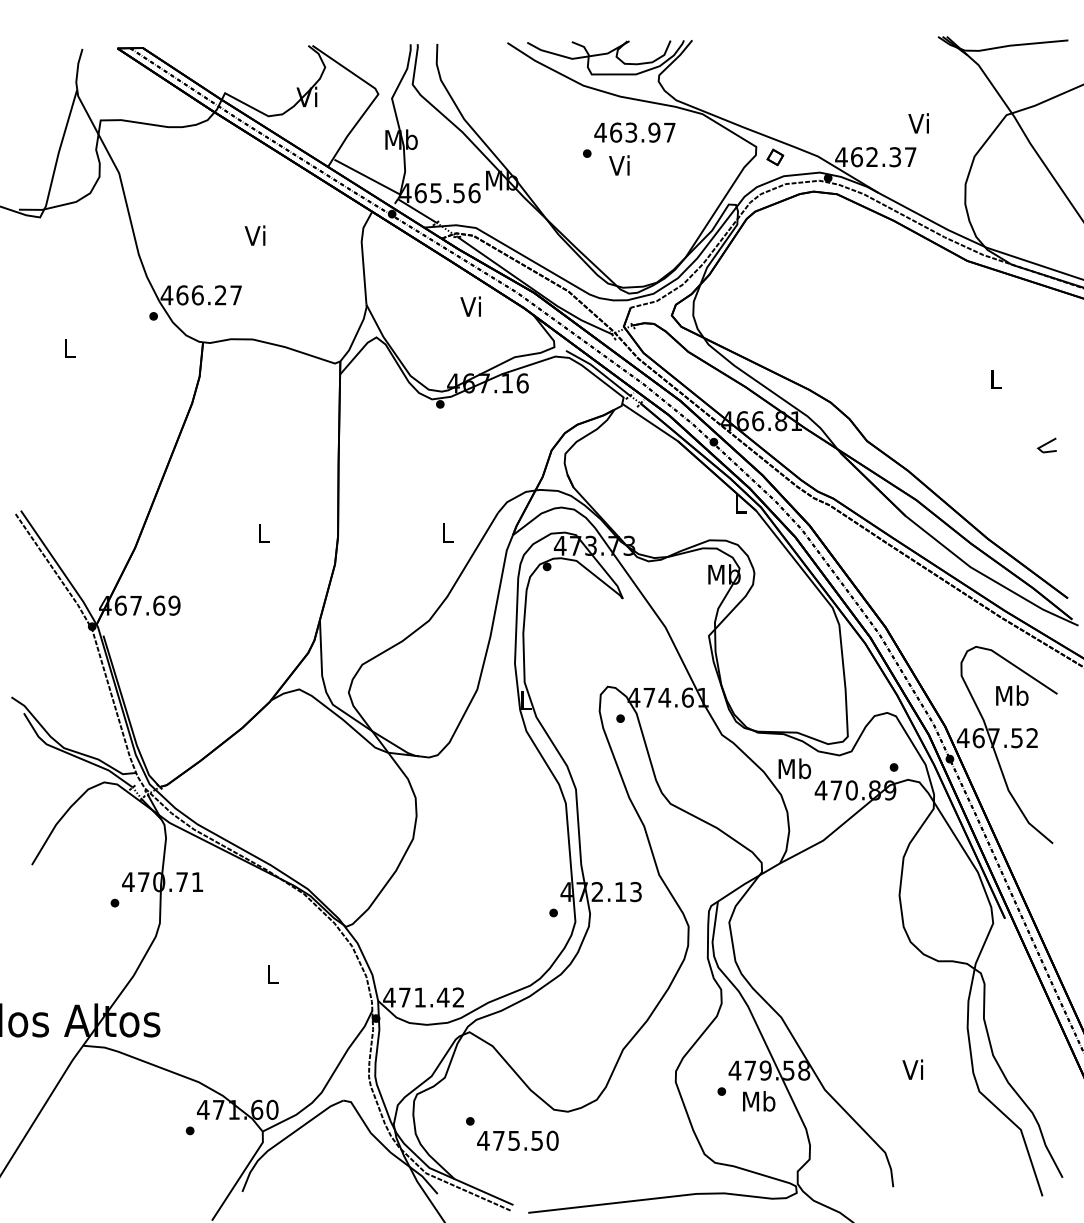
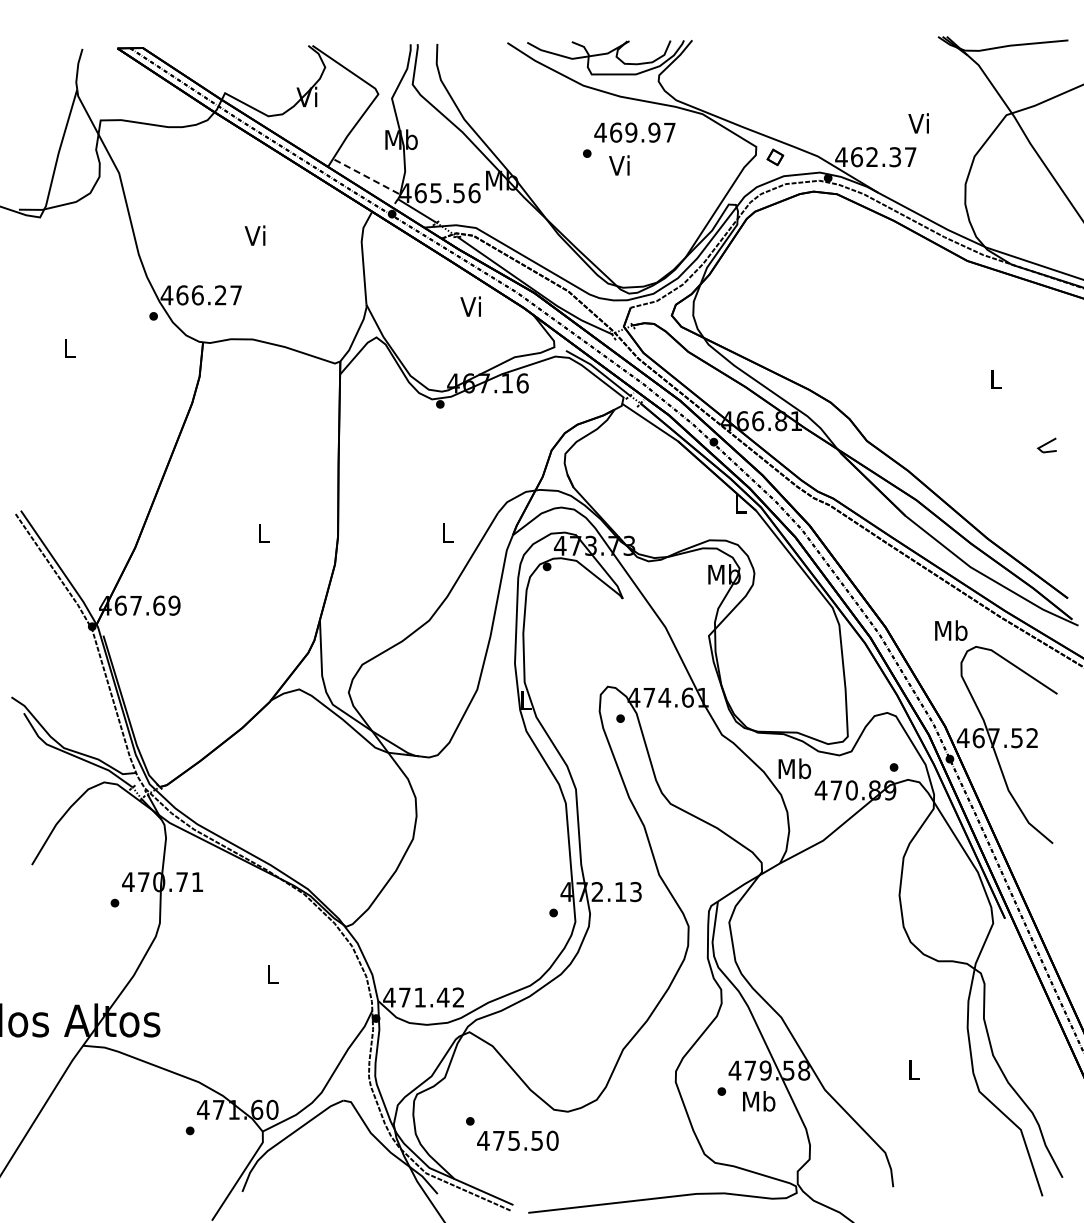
text at (631, 132): 463.97 -> 469.97
line at (367, 177): solid -> dashed
text at (1012, 695) position: (1012, 695) -> (951, 630)
text at (912, 1069): Vi -> L
